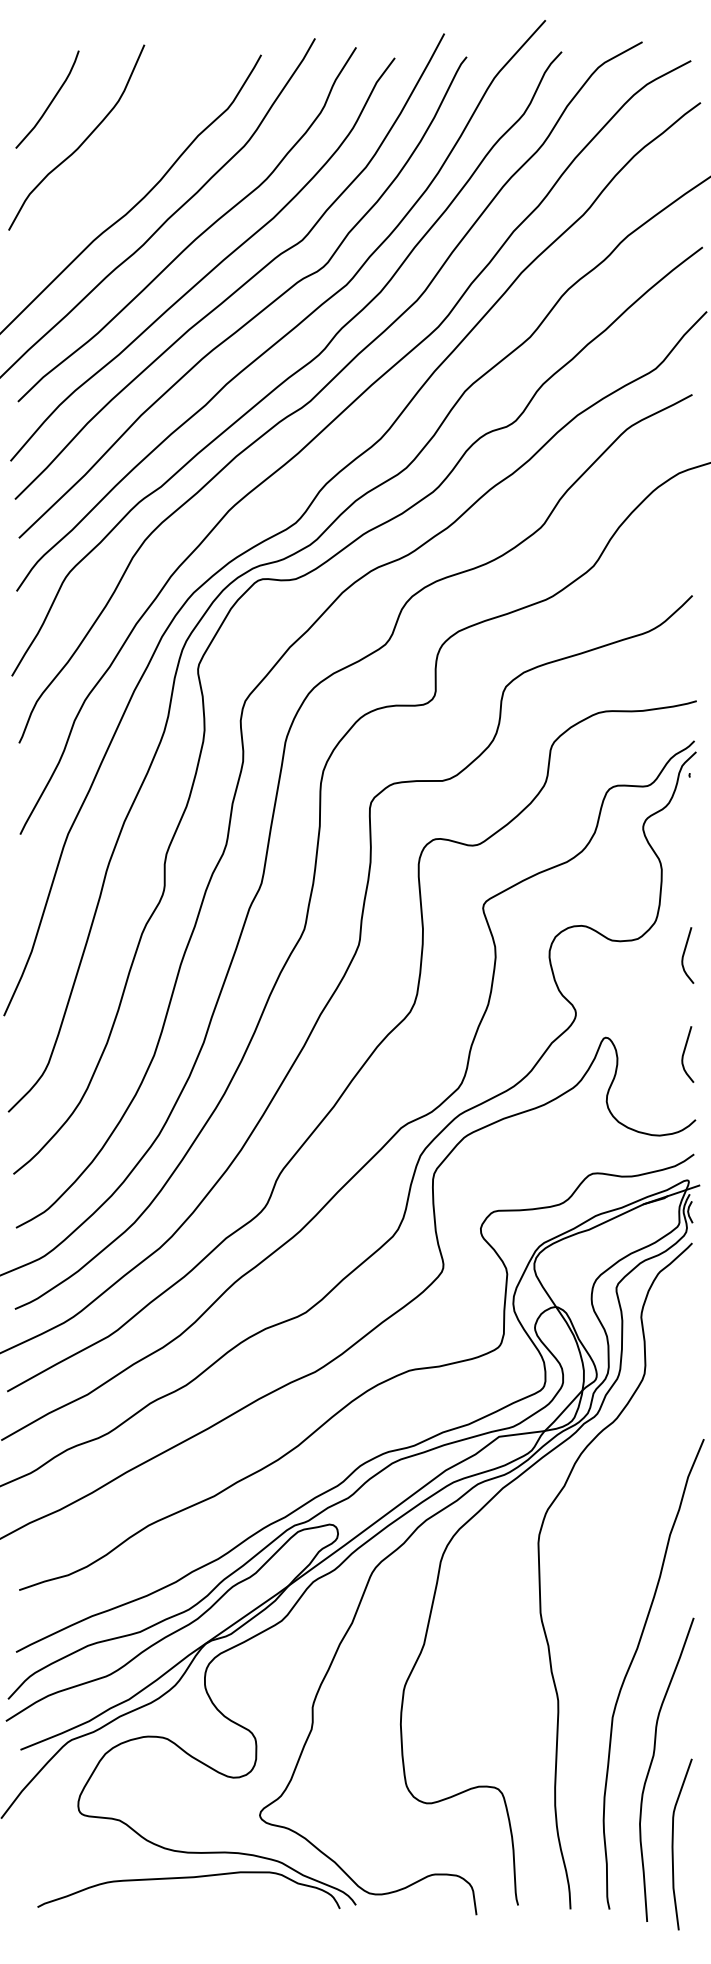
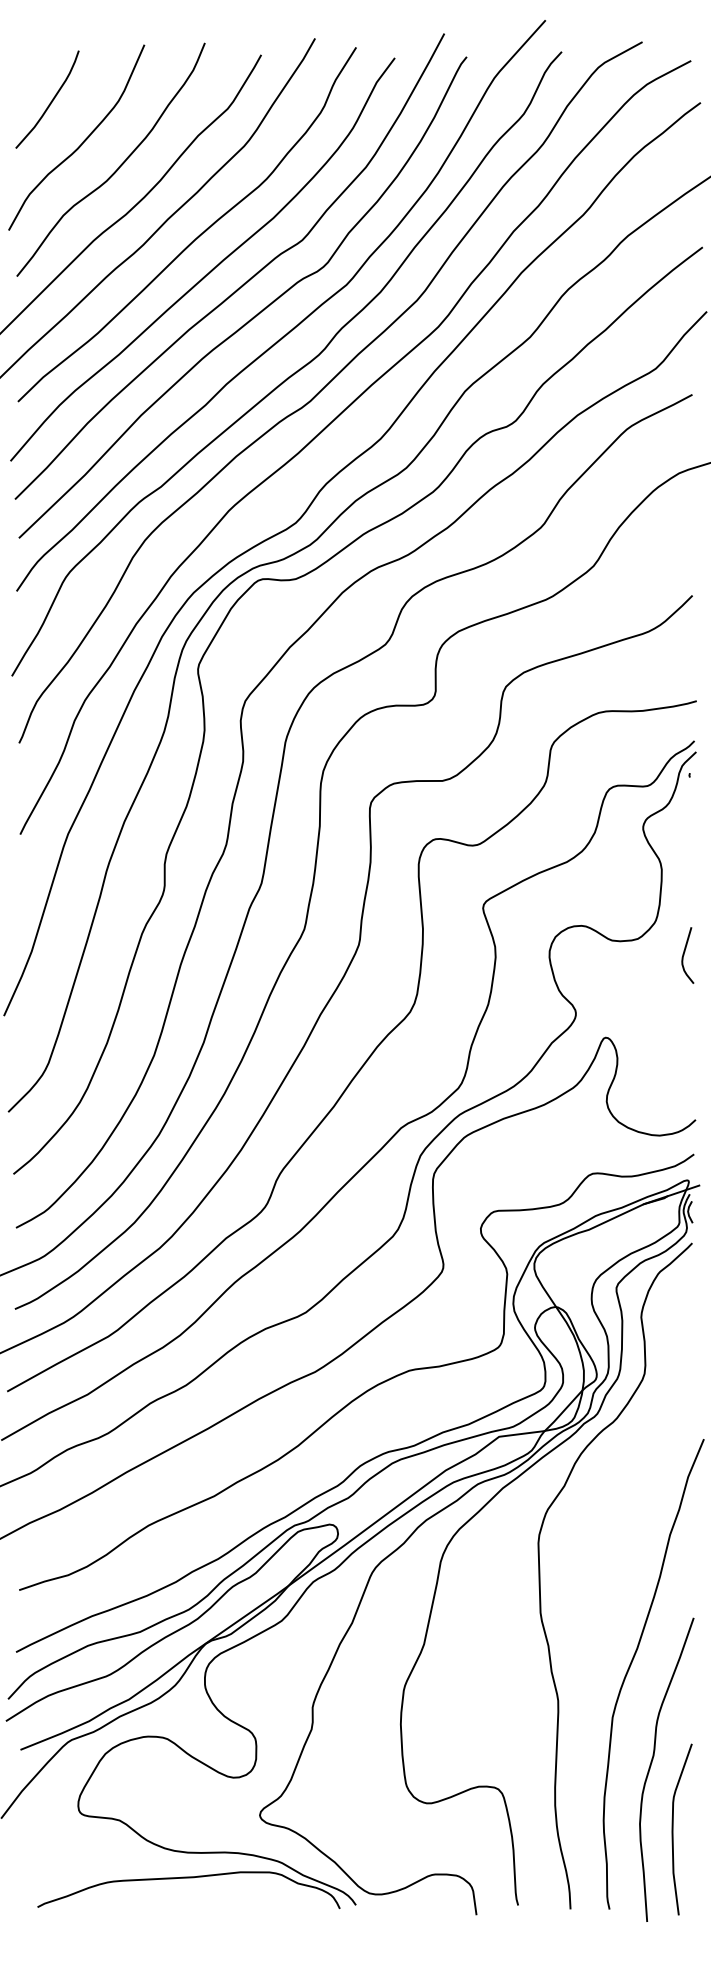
curve at (119, 165): none -> present
curve at (684, 1054): present -> none
curve at (673, 1844) position: (673, 1844) -> (673, 1829)
